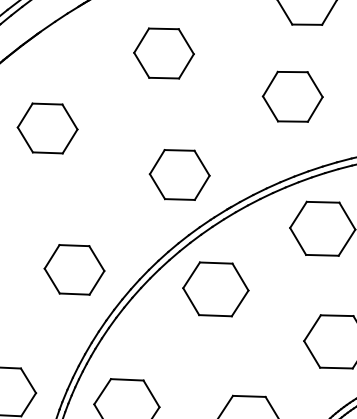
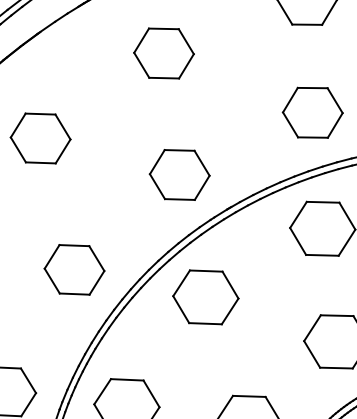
part at (292, 96) position: (292, 96) -> (312, 112)
part at (47, 128) position: (47, 128) -> (40, 138)
part at (215, 289) position: (215, 289) -> (205, 297)
